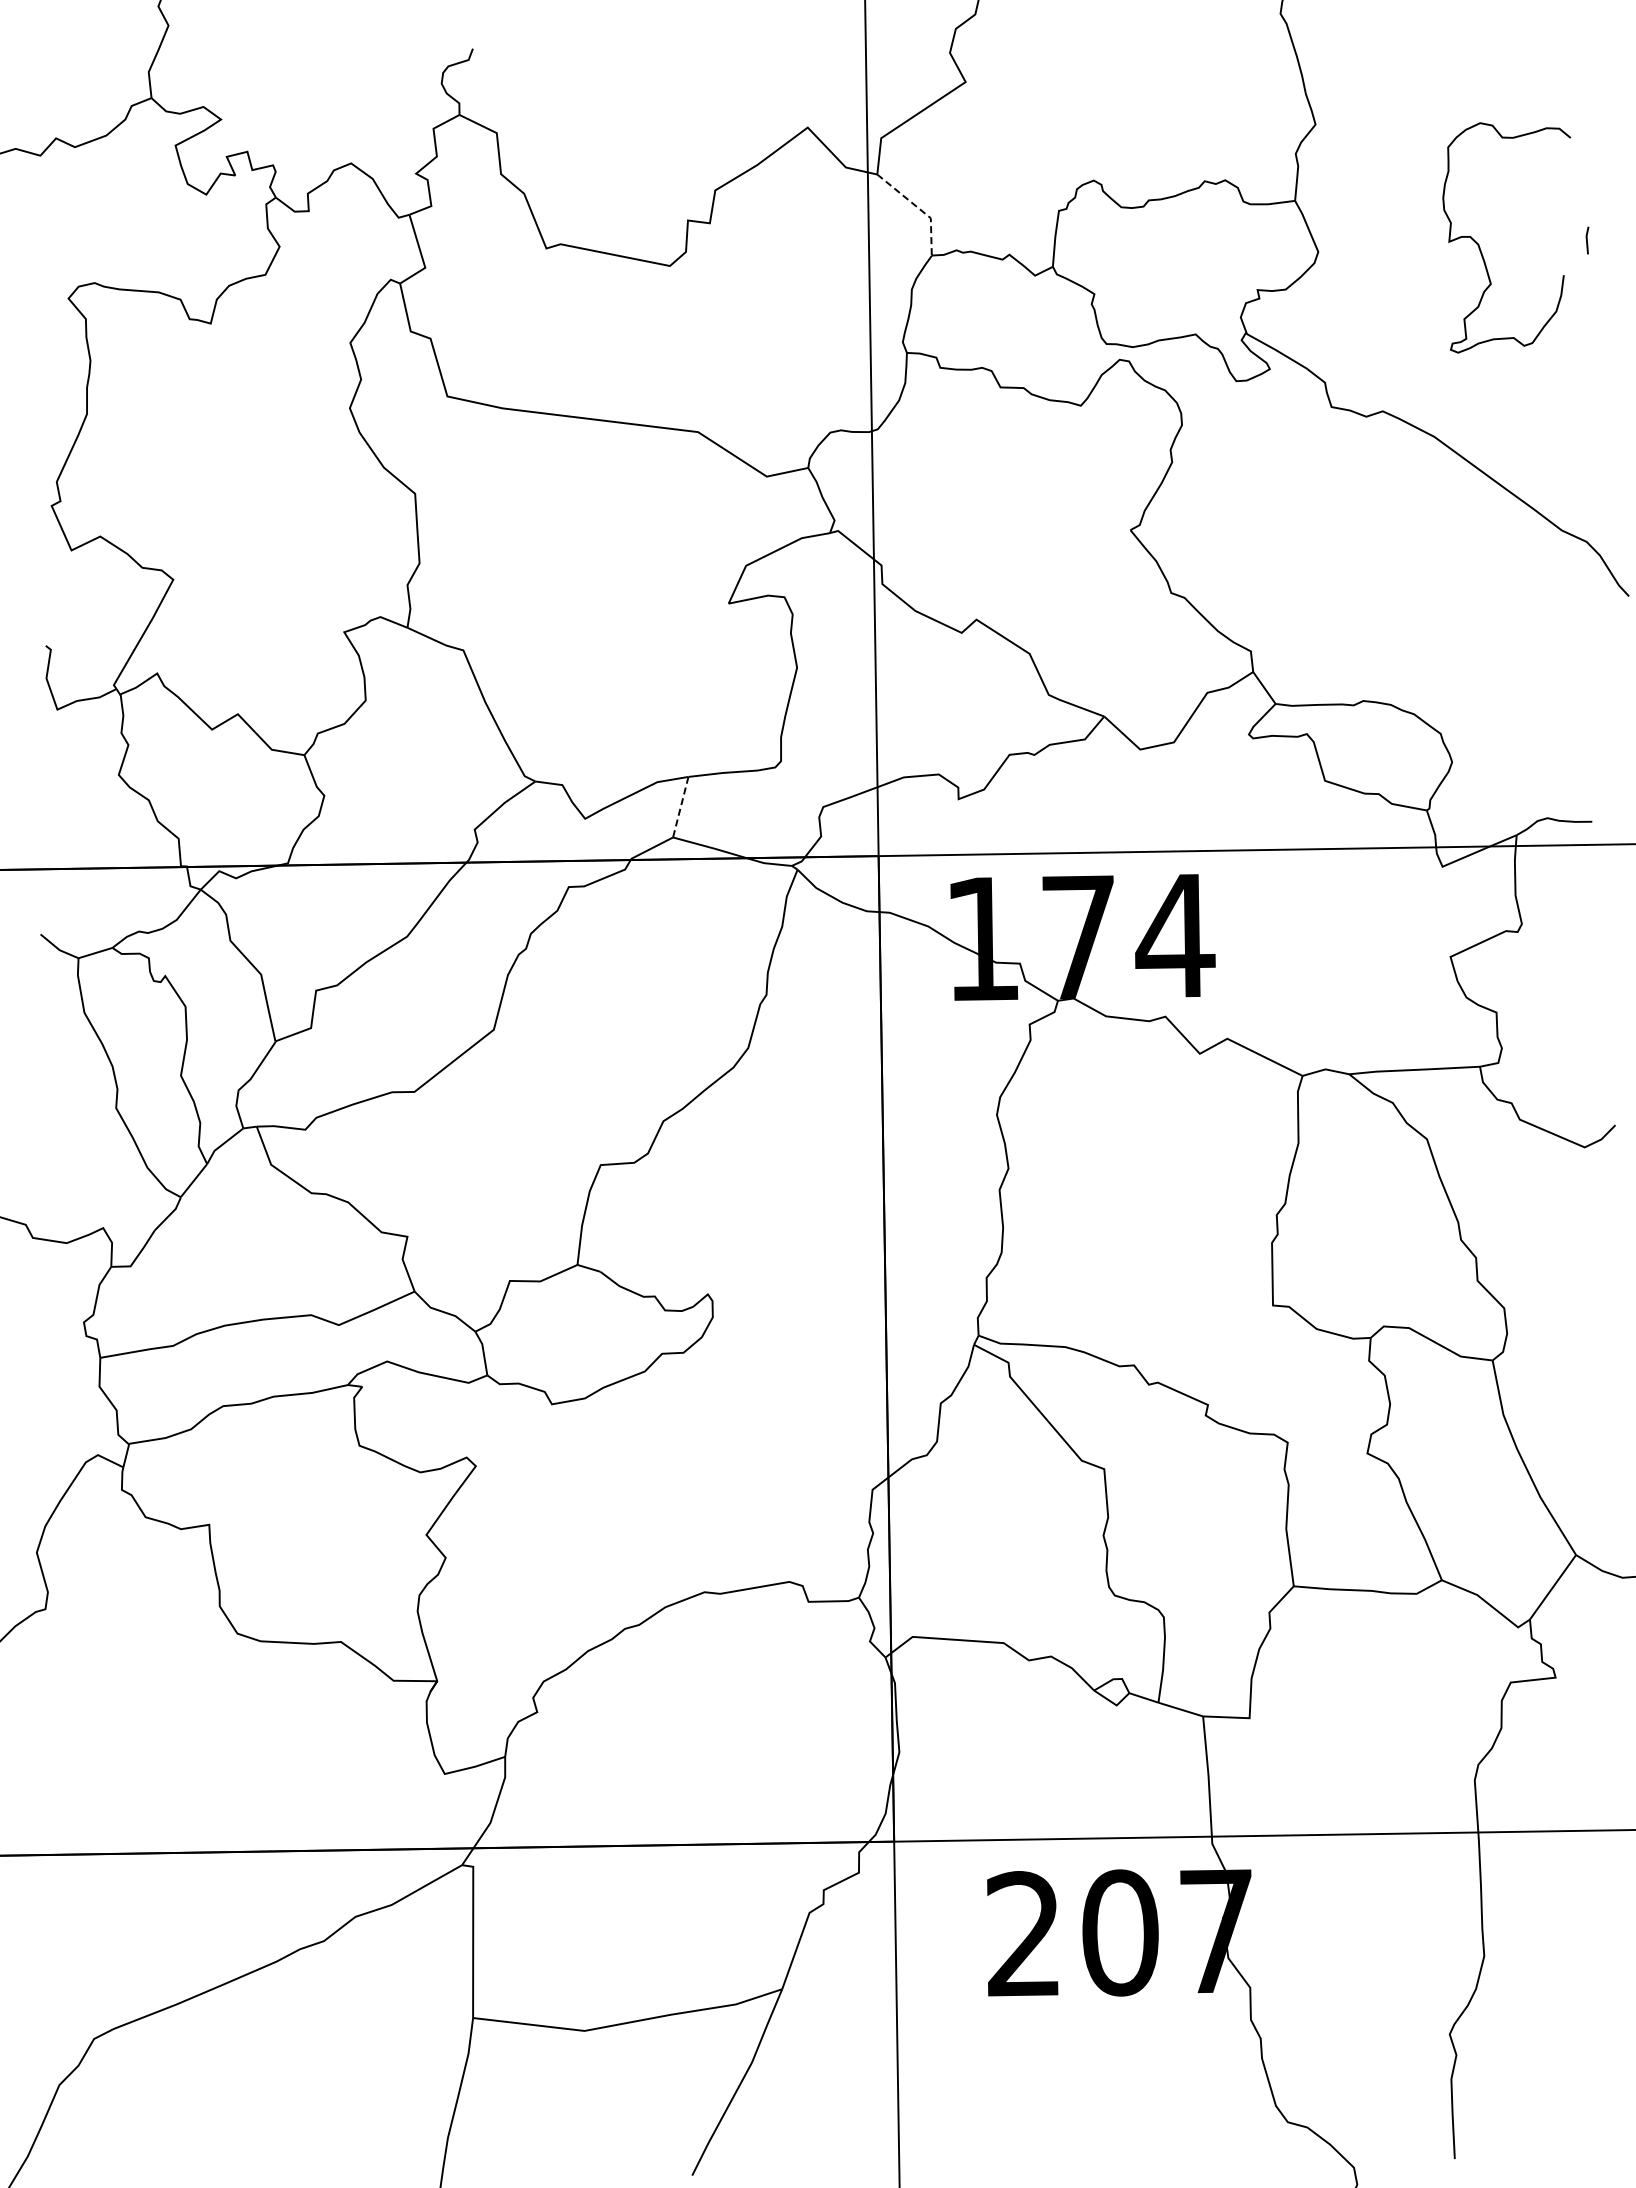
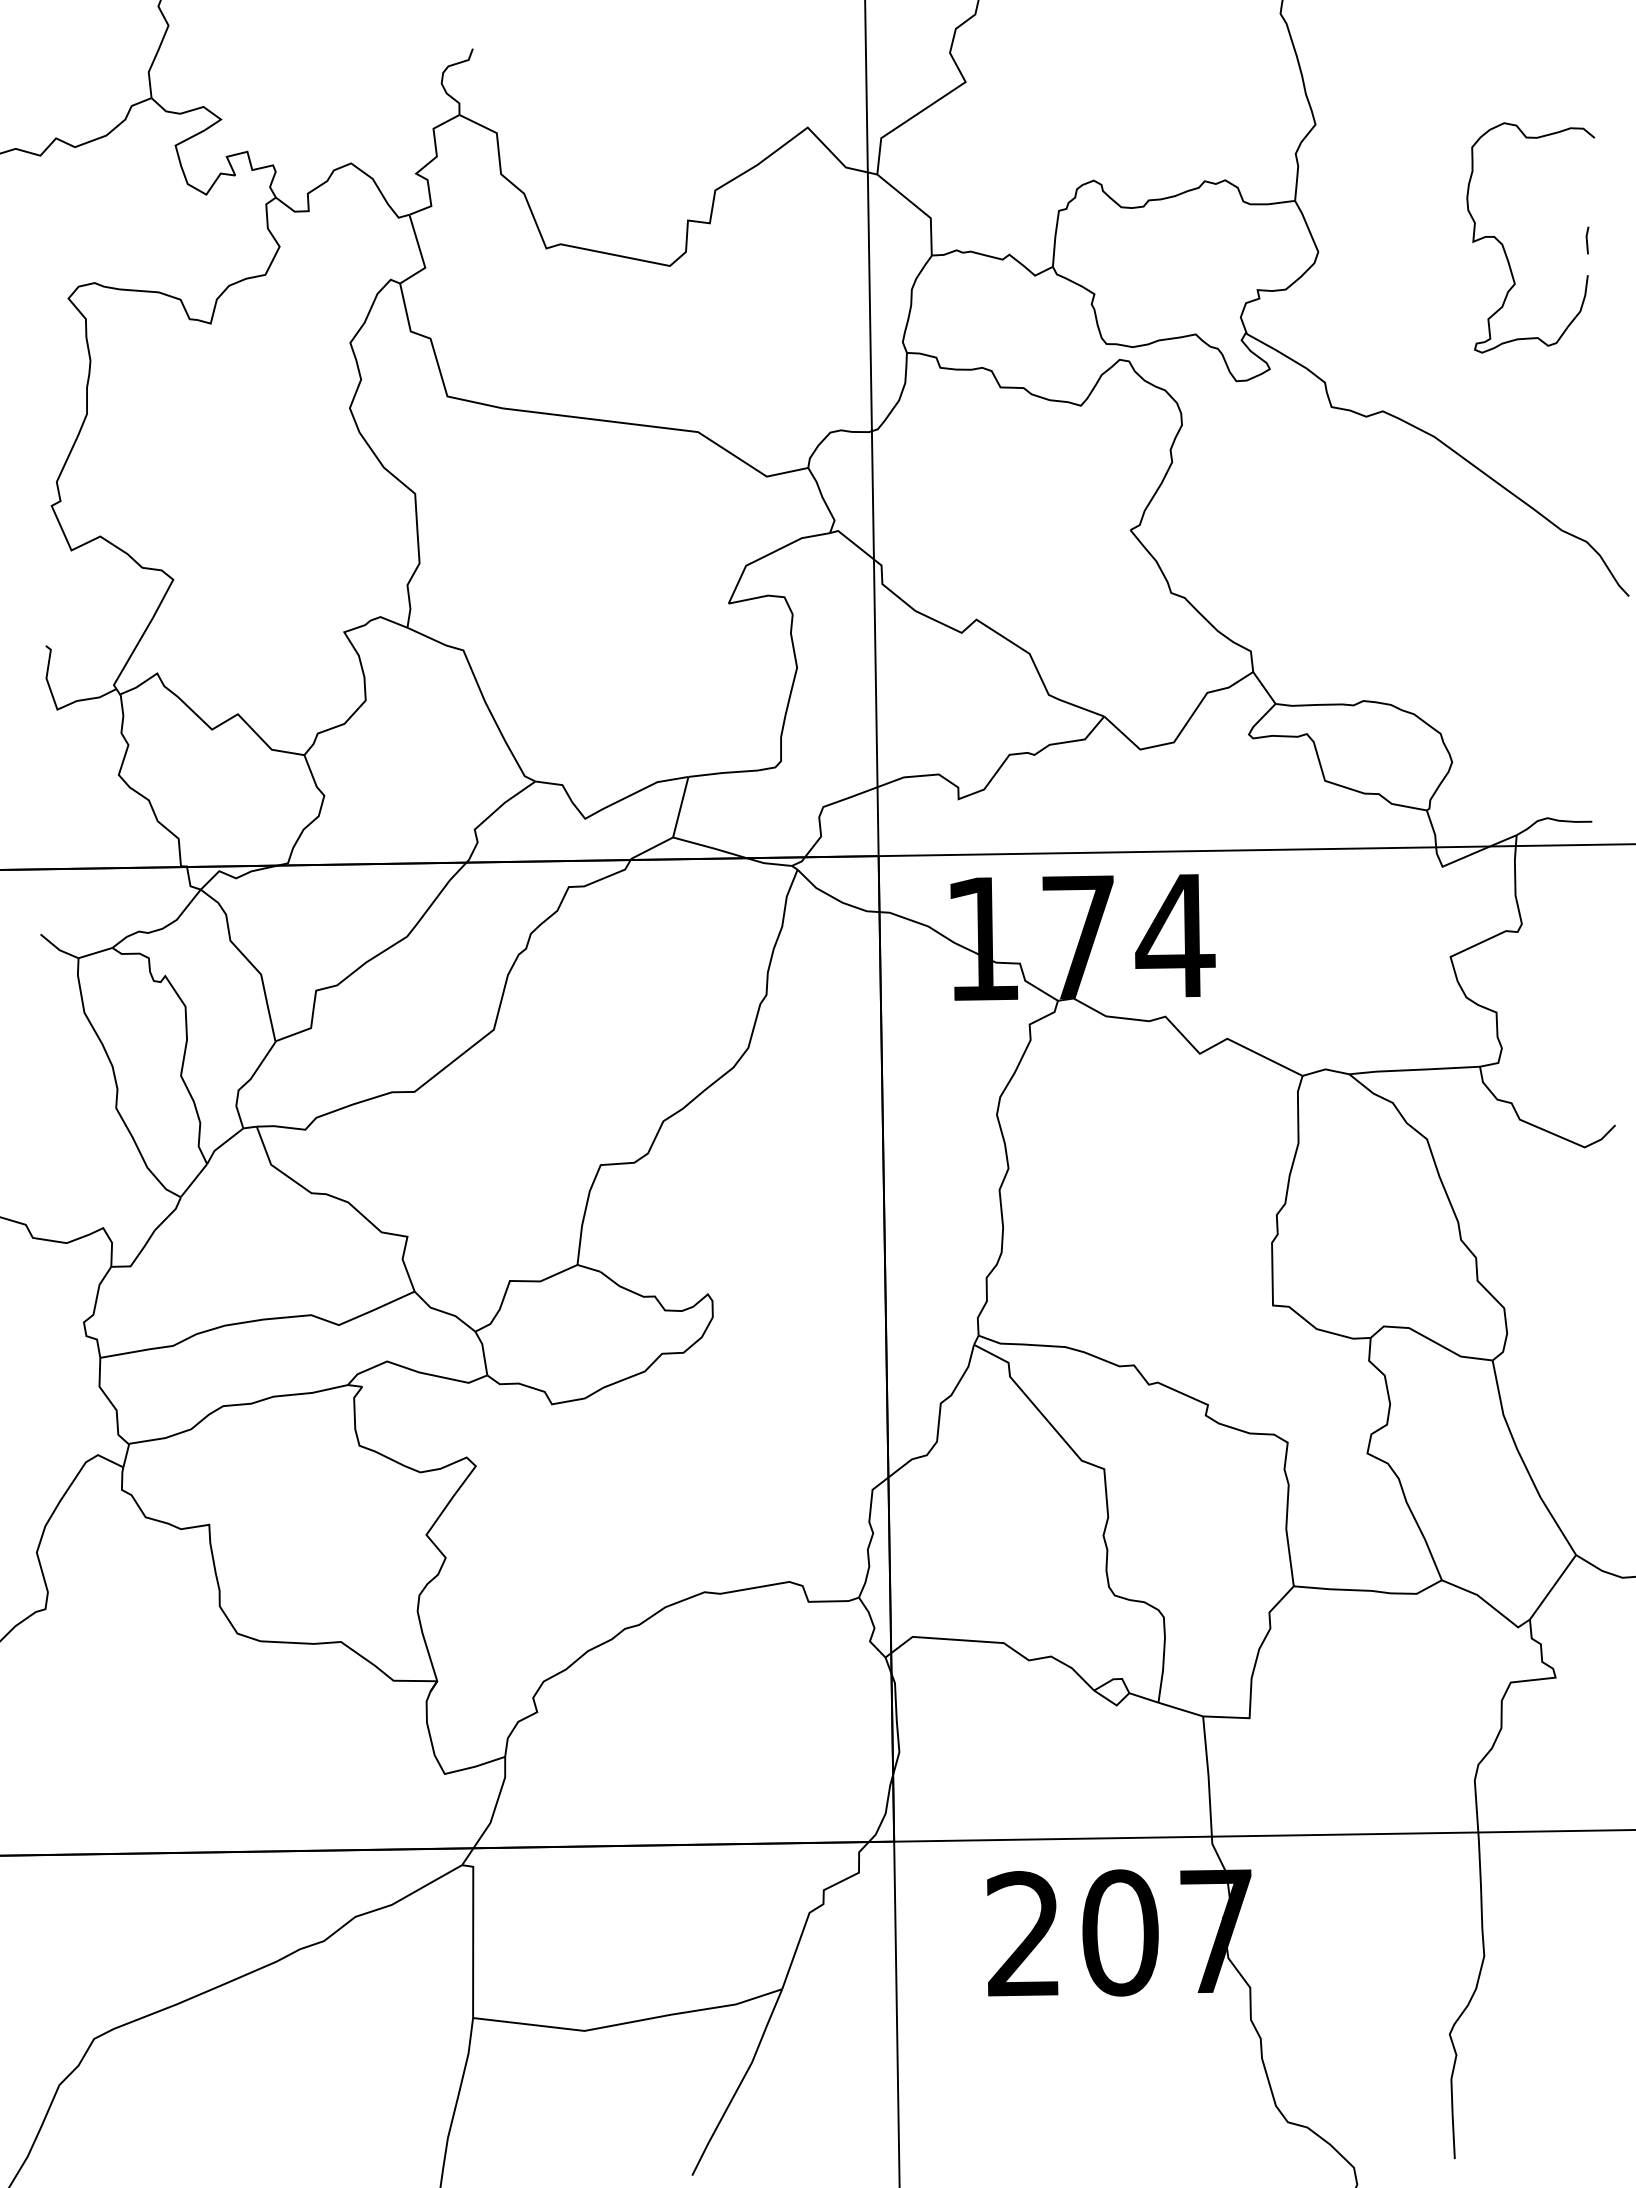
line at (919, 208): dashed -> solid
curve at (1480, 247) position: (1480, 247) -> (1504, 247)
line at (680, 807): dashed -> solid
